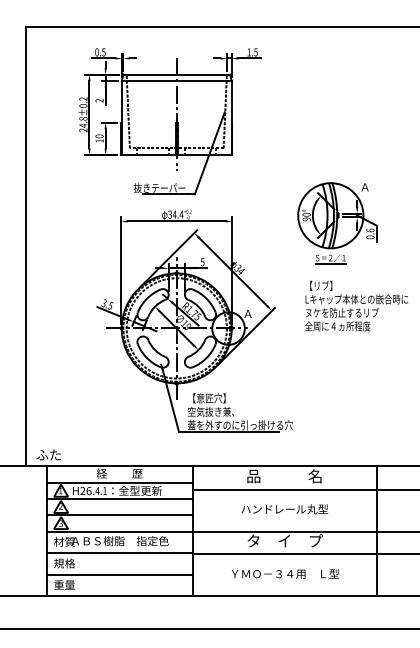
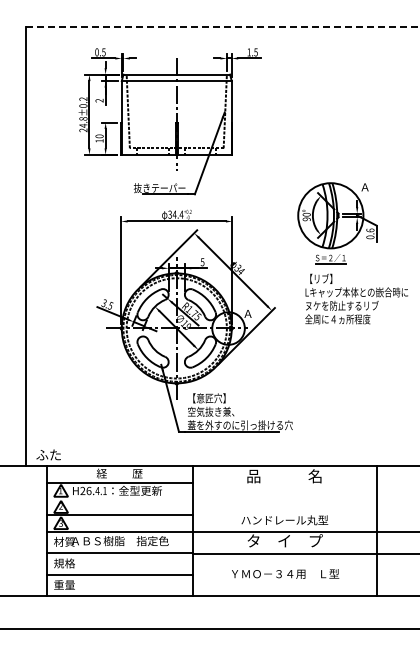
line at (222, 26): solid -> dashed
text at (356, 305) position: (356, 305) -> (356, 298)
line at (304, 489): present -> none
line at (119, 499): present -> none
text at (284, 509) position: (284, 509) -> (284, 520)
